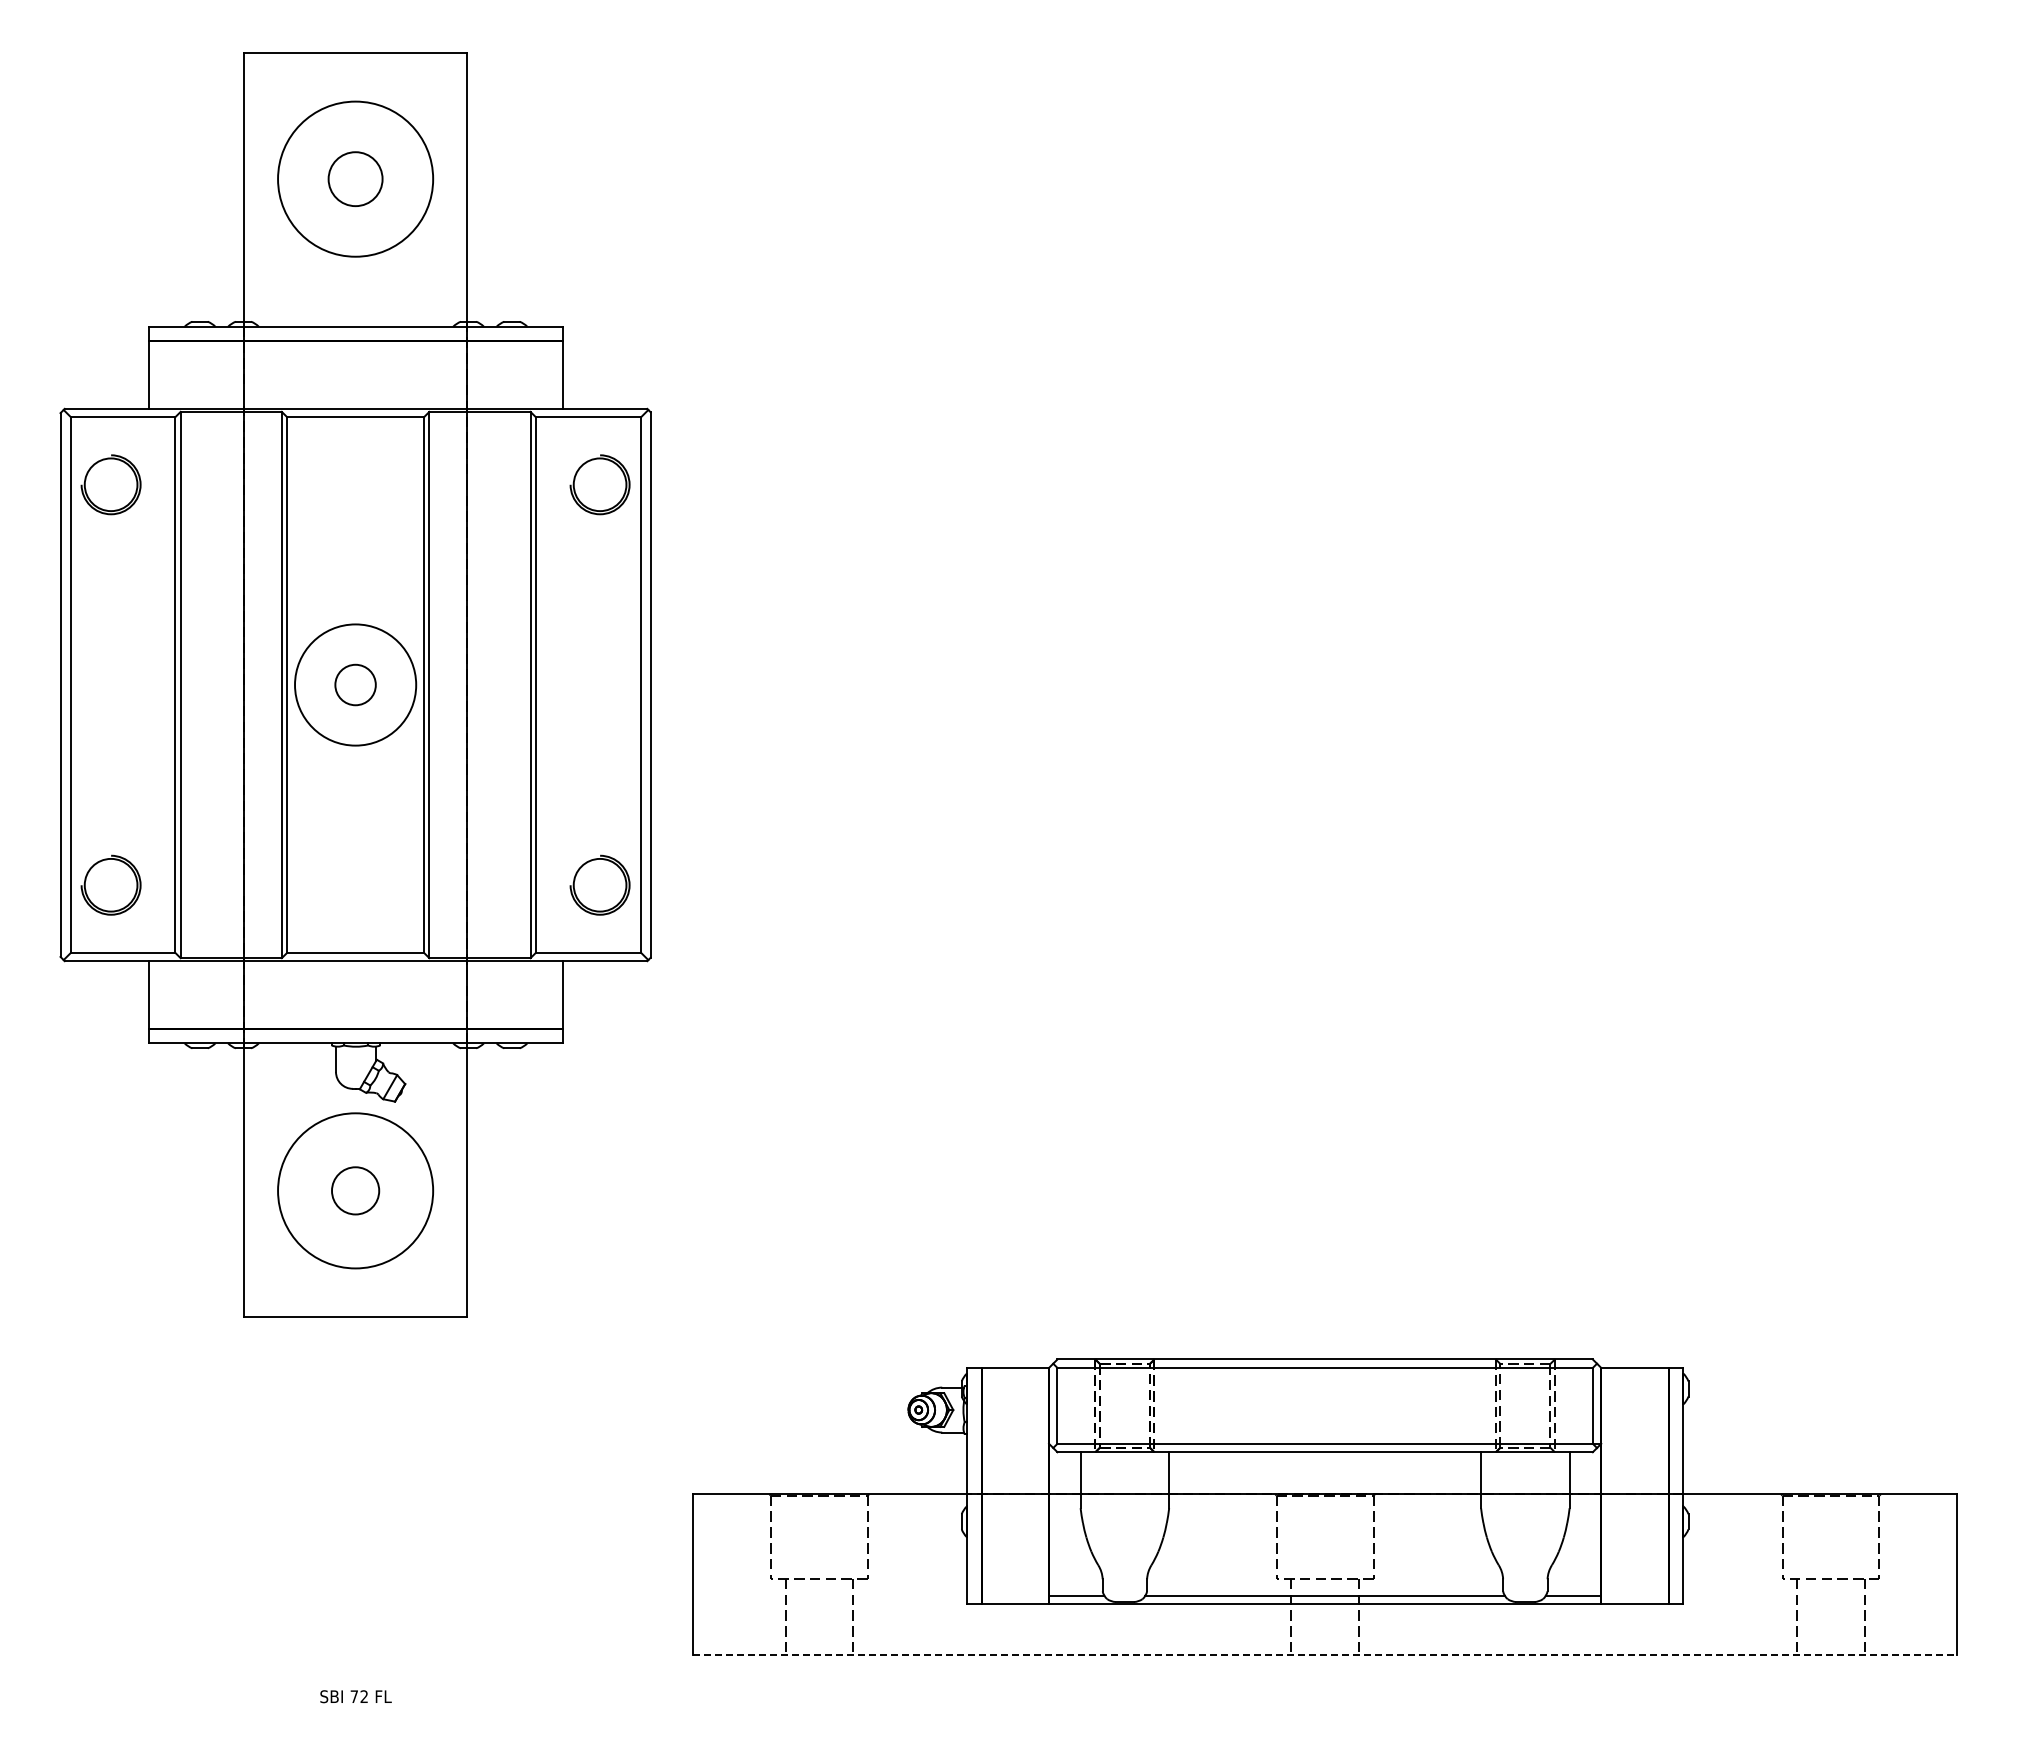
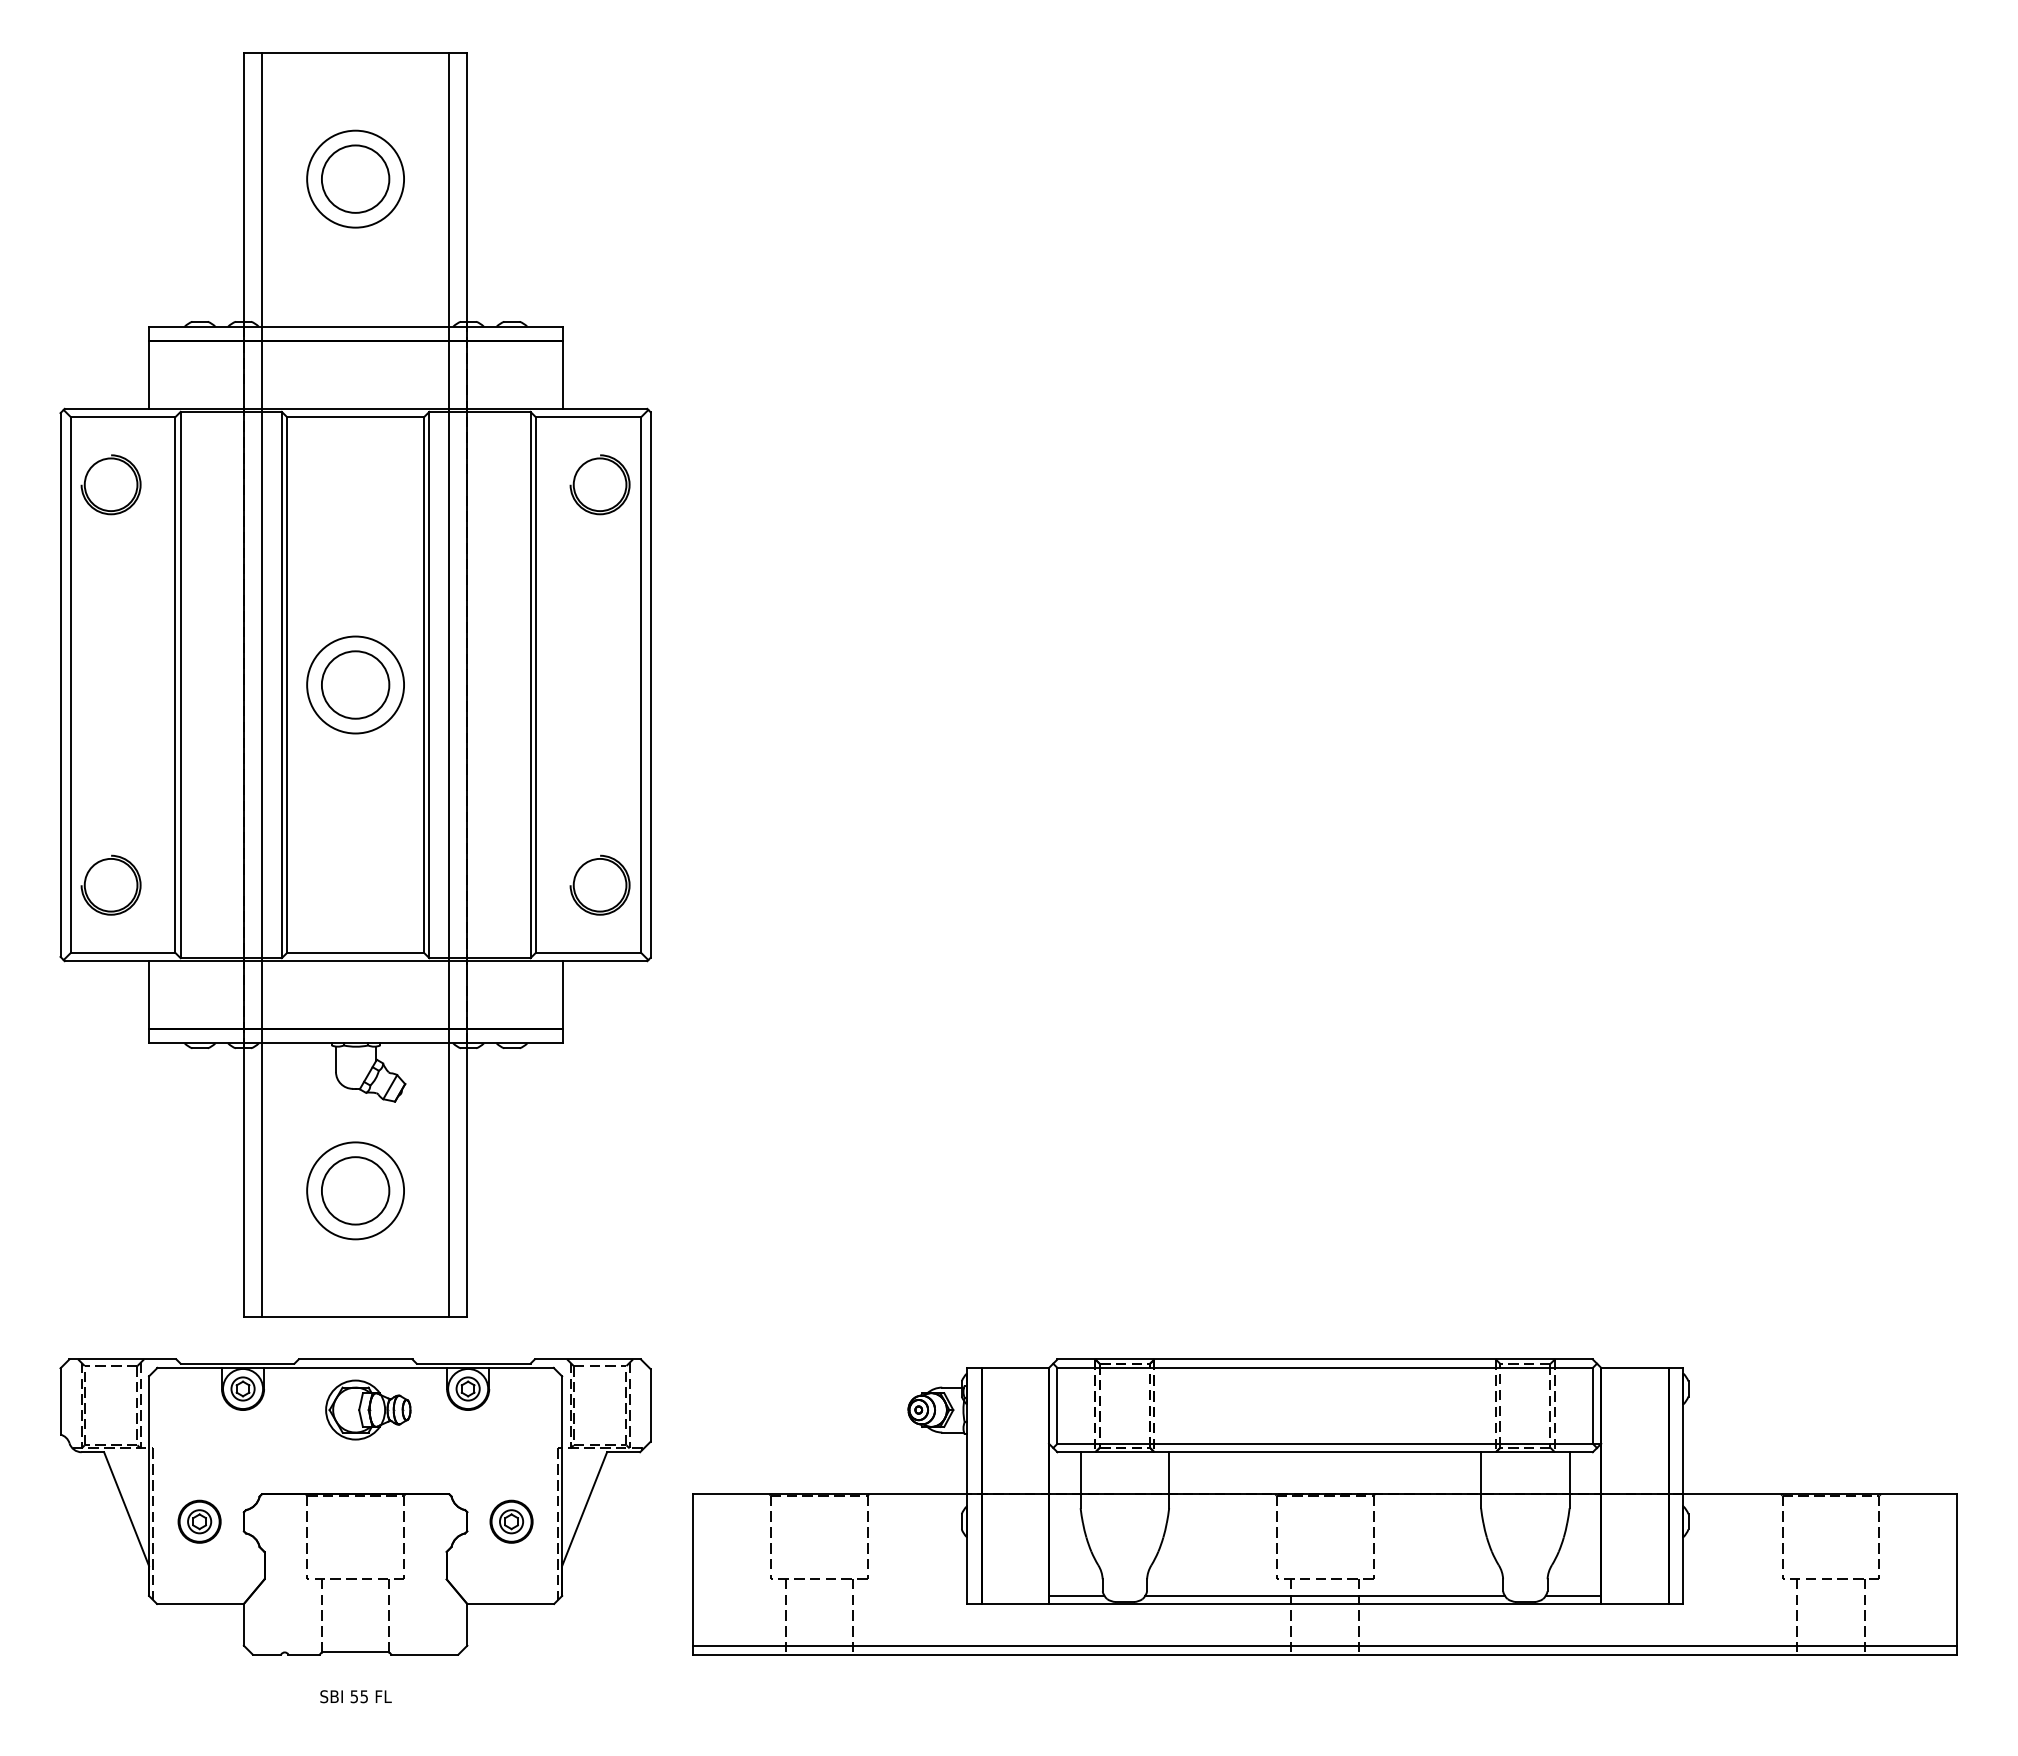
circle at (355, 178) diameter: 155 px -> 97 px
circle at (355, 179) diameter: 54 px -> 67 px
line at (261, 684): none -> present
circle at (355, 684) diameter: 121 px -> 97 px
circle at (355, 684) diameter: 40 px -> 67 px
line at (449, 684): none -> present
circle at (355, 1190) diameter: 155 px -> 97 px
circle at (355, 1190) diameter: 47 px -> 67 px
part at (355, 1506): none -> present
line at (1324, 1645): none -> present
line at (1325, 1654): dashed -> solid
text at (358, 1696): 72 -> 55
